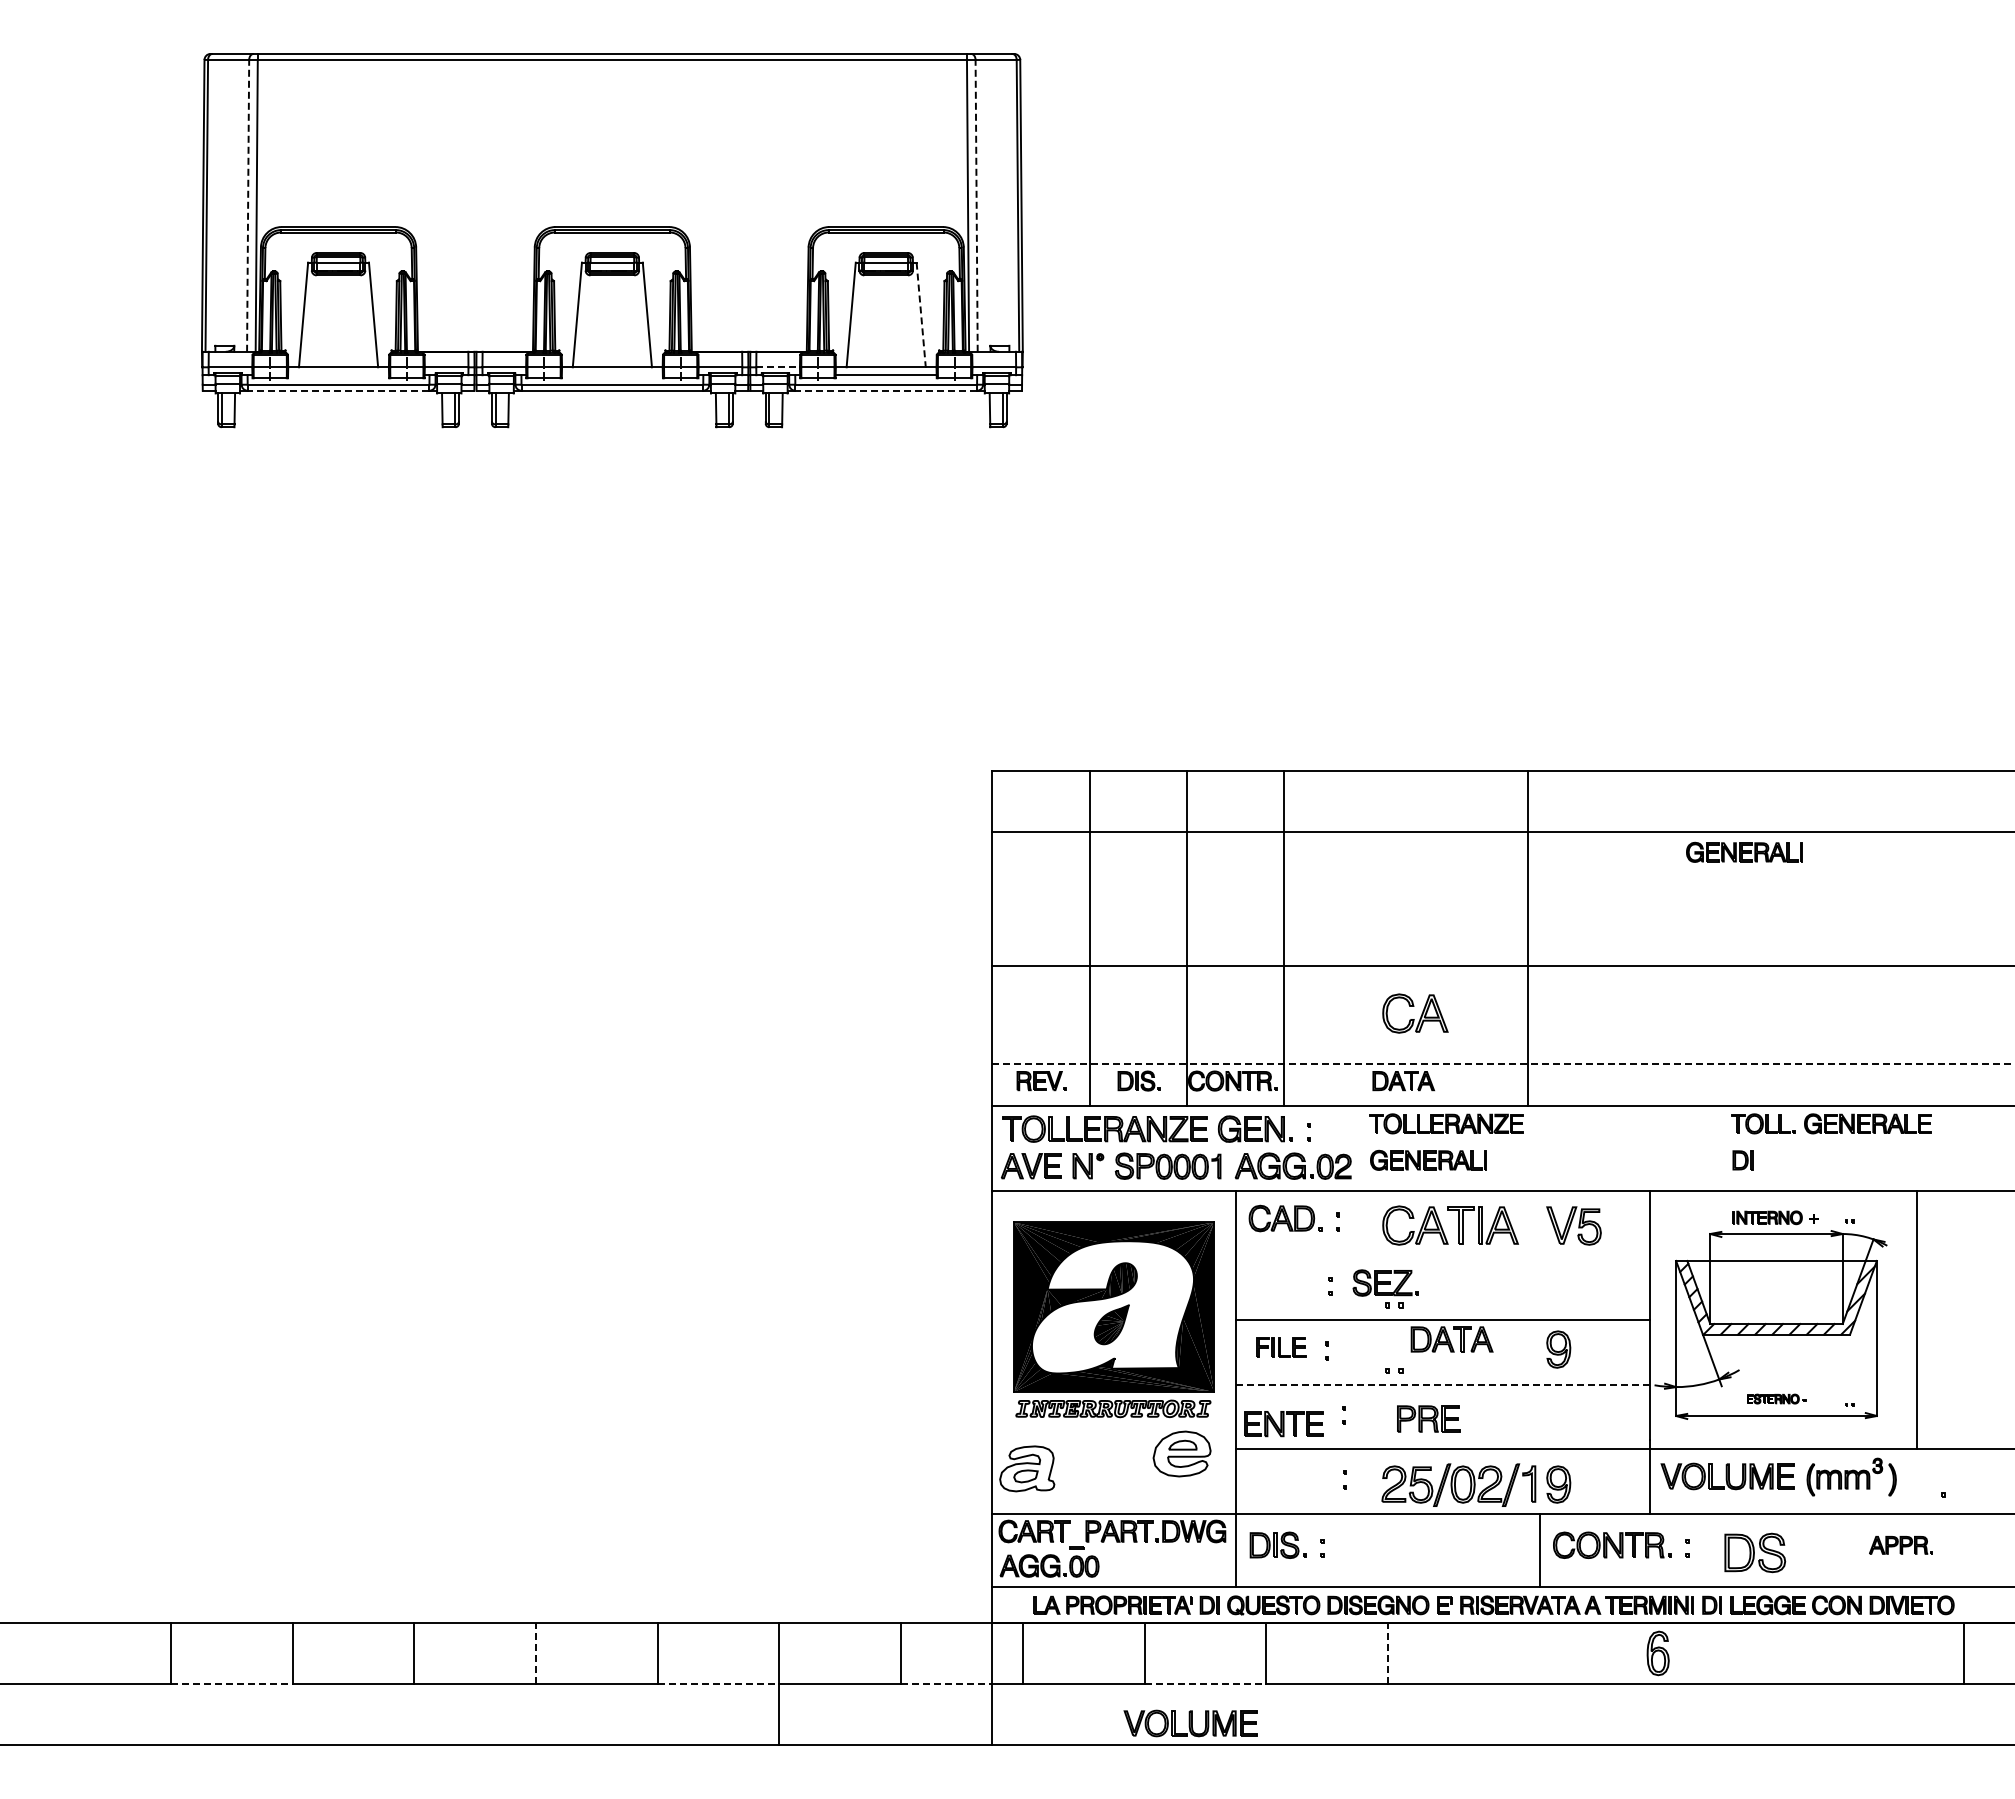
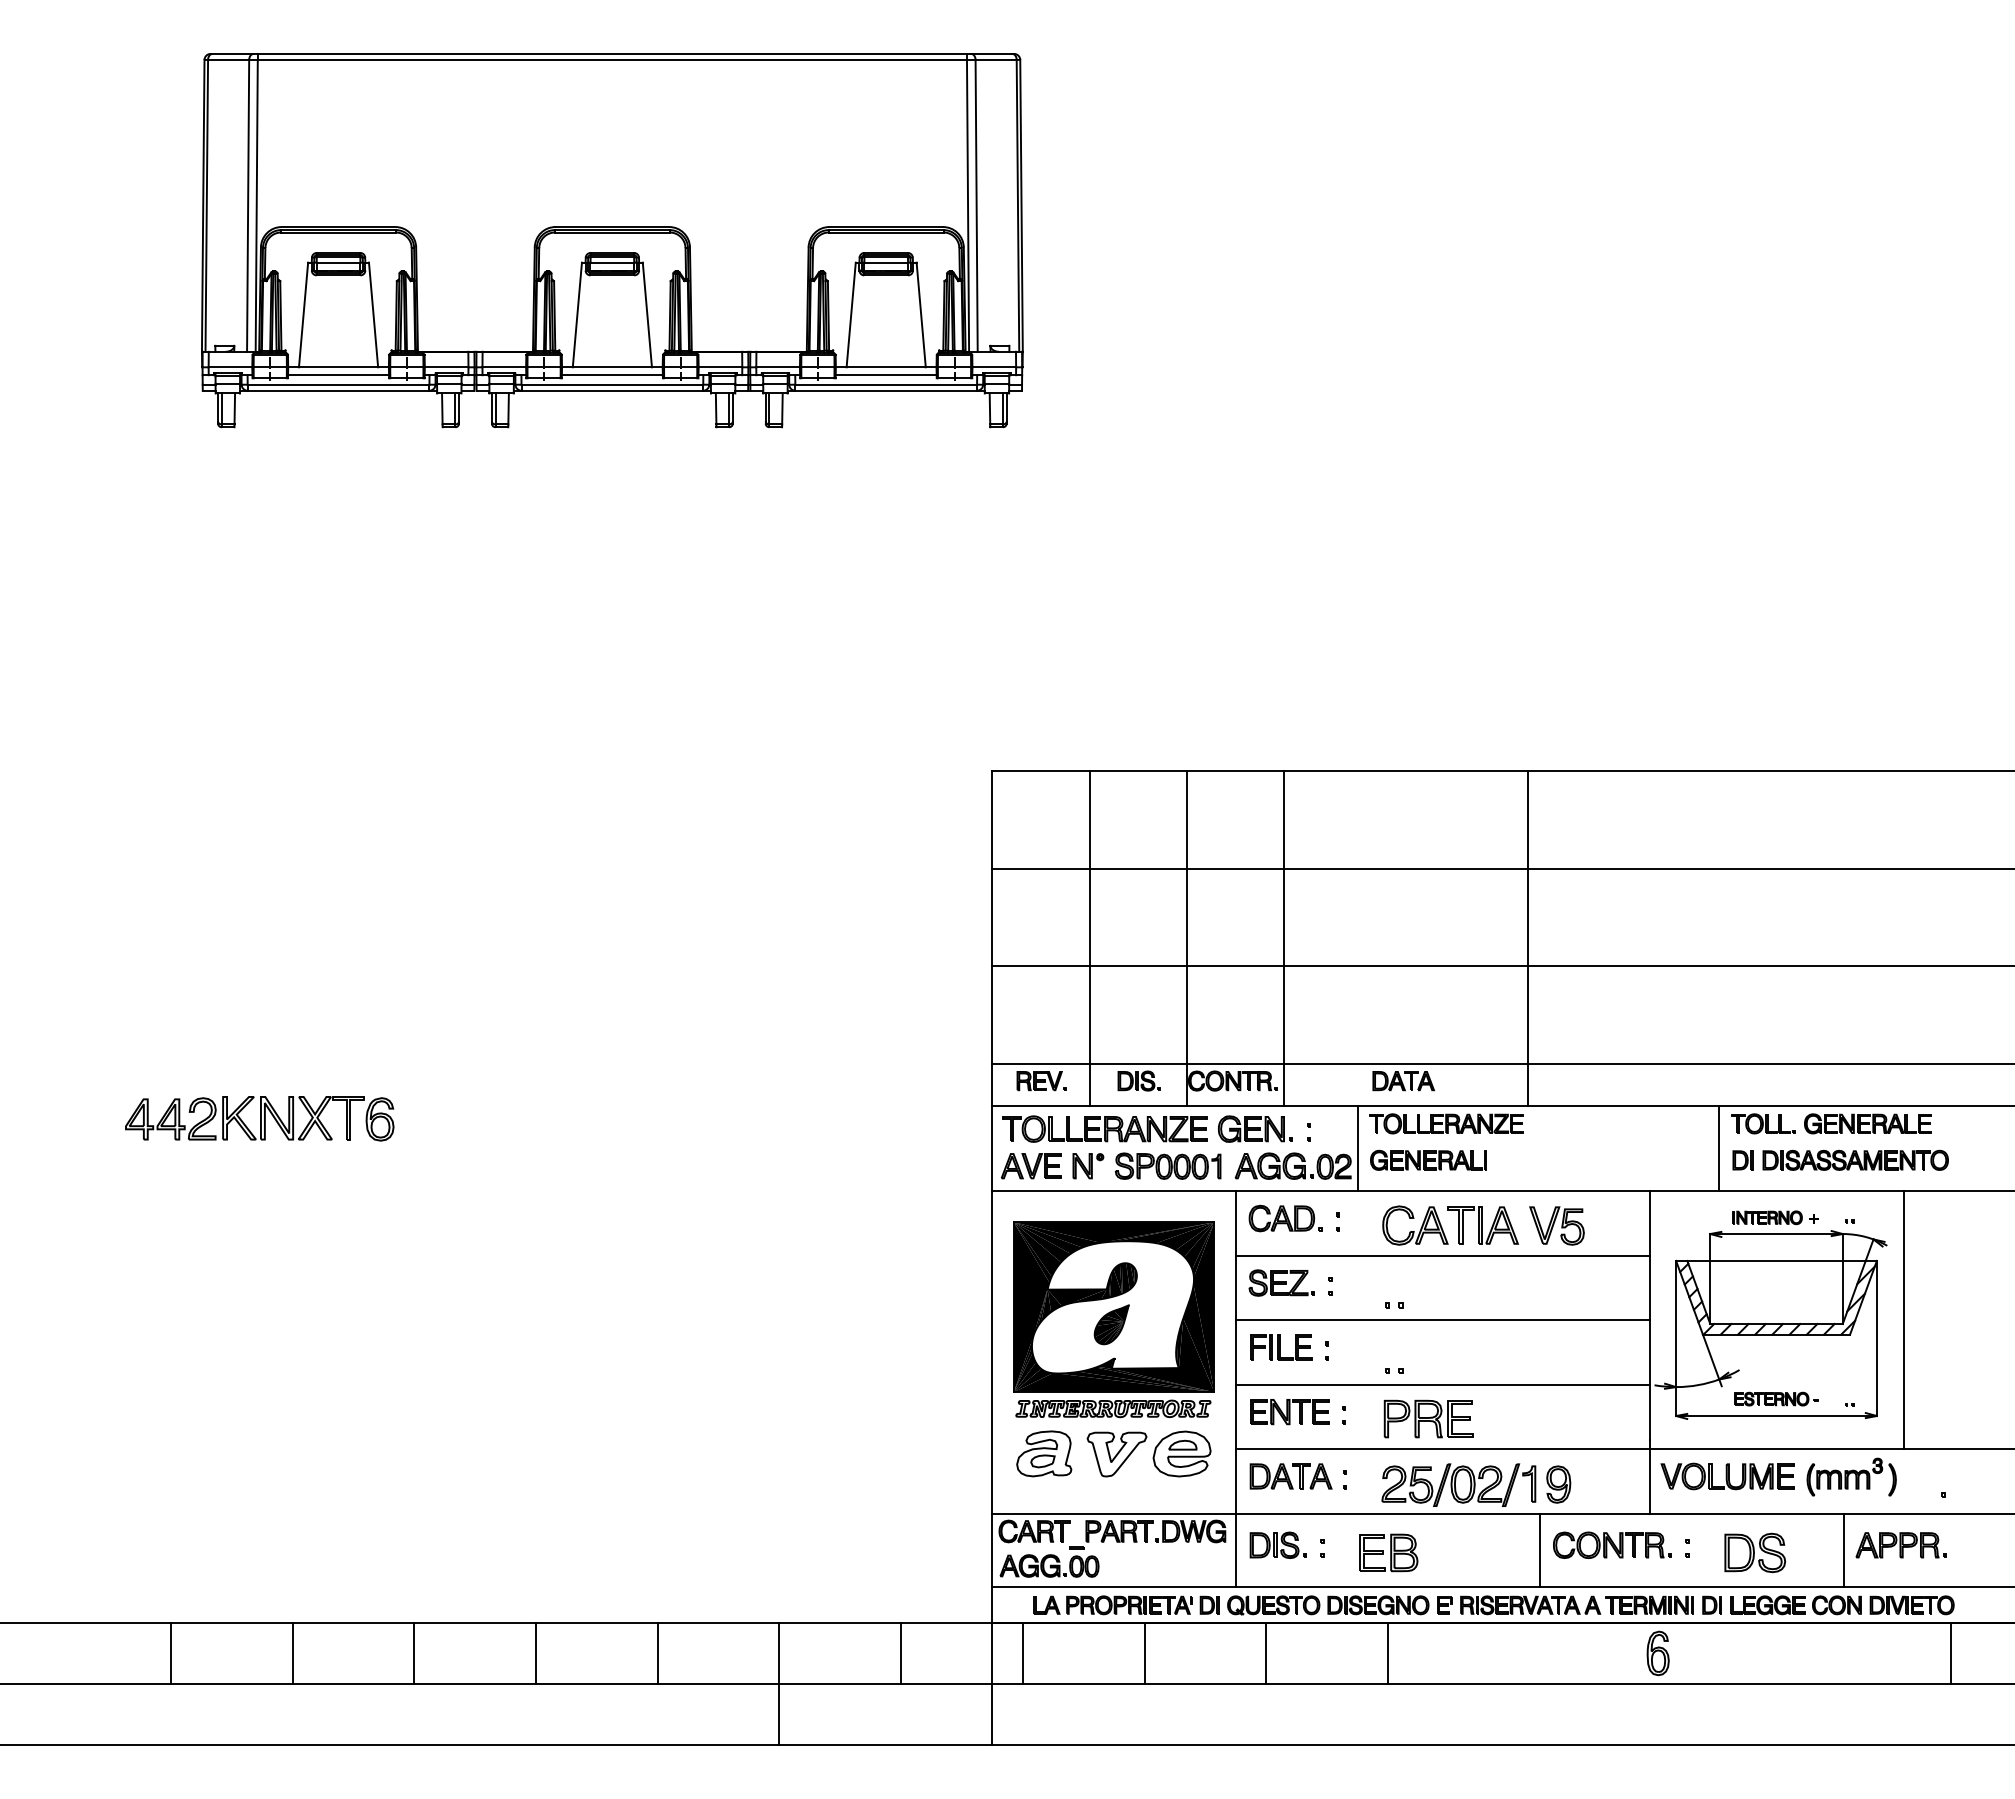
line at (248, 205): dashed -> solid
line at (976, 205): dashed -> solid
line at (921, 314): dashed -> solid
line at (778, 367): dashed -> solid
line at (338, 375): none -> present
line at (611, 375): none -> present
line at (338, 390): dashed -> solid
line at (886, 390): dashed -> solid
line at (1501, 831) position: (1501, 831) -> (1501, 868)
part at (1744, 851): present -> none
part at (1415, 1013): present -> none
line at (1503, 1063): dashed -> solid
part at (259, 1118): none -> present
line at (1357, 1148): none -> present
line at (1719, 1148): none -> present
part at (1855, 1159): none -> present
part at (1573, 1225) position: (1573, 1225) -> (1556, 1225)
line at (1442, 1255): none -> present
part at (1385, 1282) position: (1385, 1282) -> (1281, 1282)
line at (1916, 1320) position: (1916, 1320) -> (1903, 1320)
part at (1451, 1339) position: (1451, 1339) -> (1290, 1476)
part at (1281, 1347) size: 51x21 px -> 63x27 px
part at (1558, 1349): present -> none
line at (1442, 1384): dashed -> solid
part at (1776, 1398) size: 60x12 px -> 85x16 px
part at (1428, 1418) size: 64x28 px -> 91x40 px
part at (1283, 1424) position: (1283, 1424) -> (1289, 1412)
part at (1116, 1454): none -> present
part at (1027, 1468) position: (1027, 1468) -> (1044, 1453)
part at (1900, 1545) size: 64x19 px -> 92x27 px
line at (1844, 1549): none -> present
part at (1388, 1552): none -> present
line at (536, 1653): dashed -> solid
line at (1387, 1653): dashed -> solid
line at (1963, 1653) position: (1963, 1653) -> (1950, 1653)
line at (231, 1684): dashed -> solid
line at (718, 1684): dashed -> solid
line at (946, 1684): dashed -> solid
line at (1205, 1684): dashed -> solid
part at (1190, 1723): present -> none
